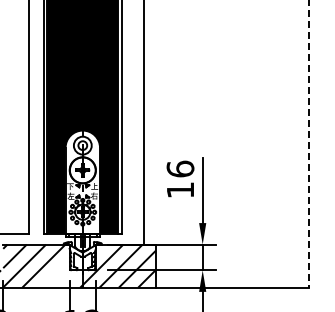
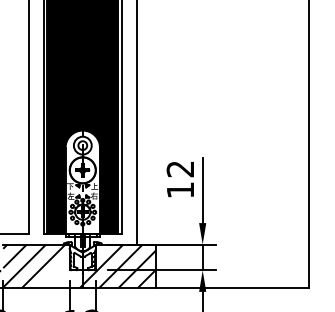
line at (143, 123) position: (143, 123) -> (136, 123)
line at (308, 144): dashed -> solid
text at (180, 168): 16 -> 12
